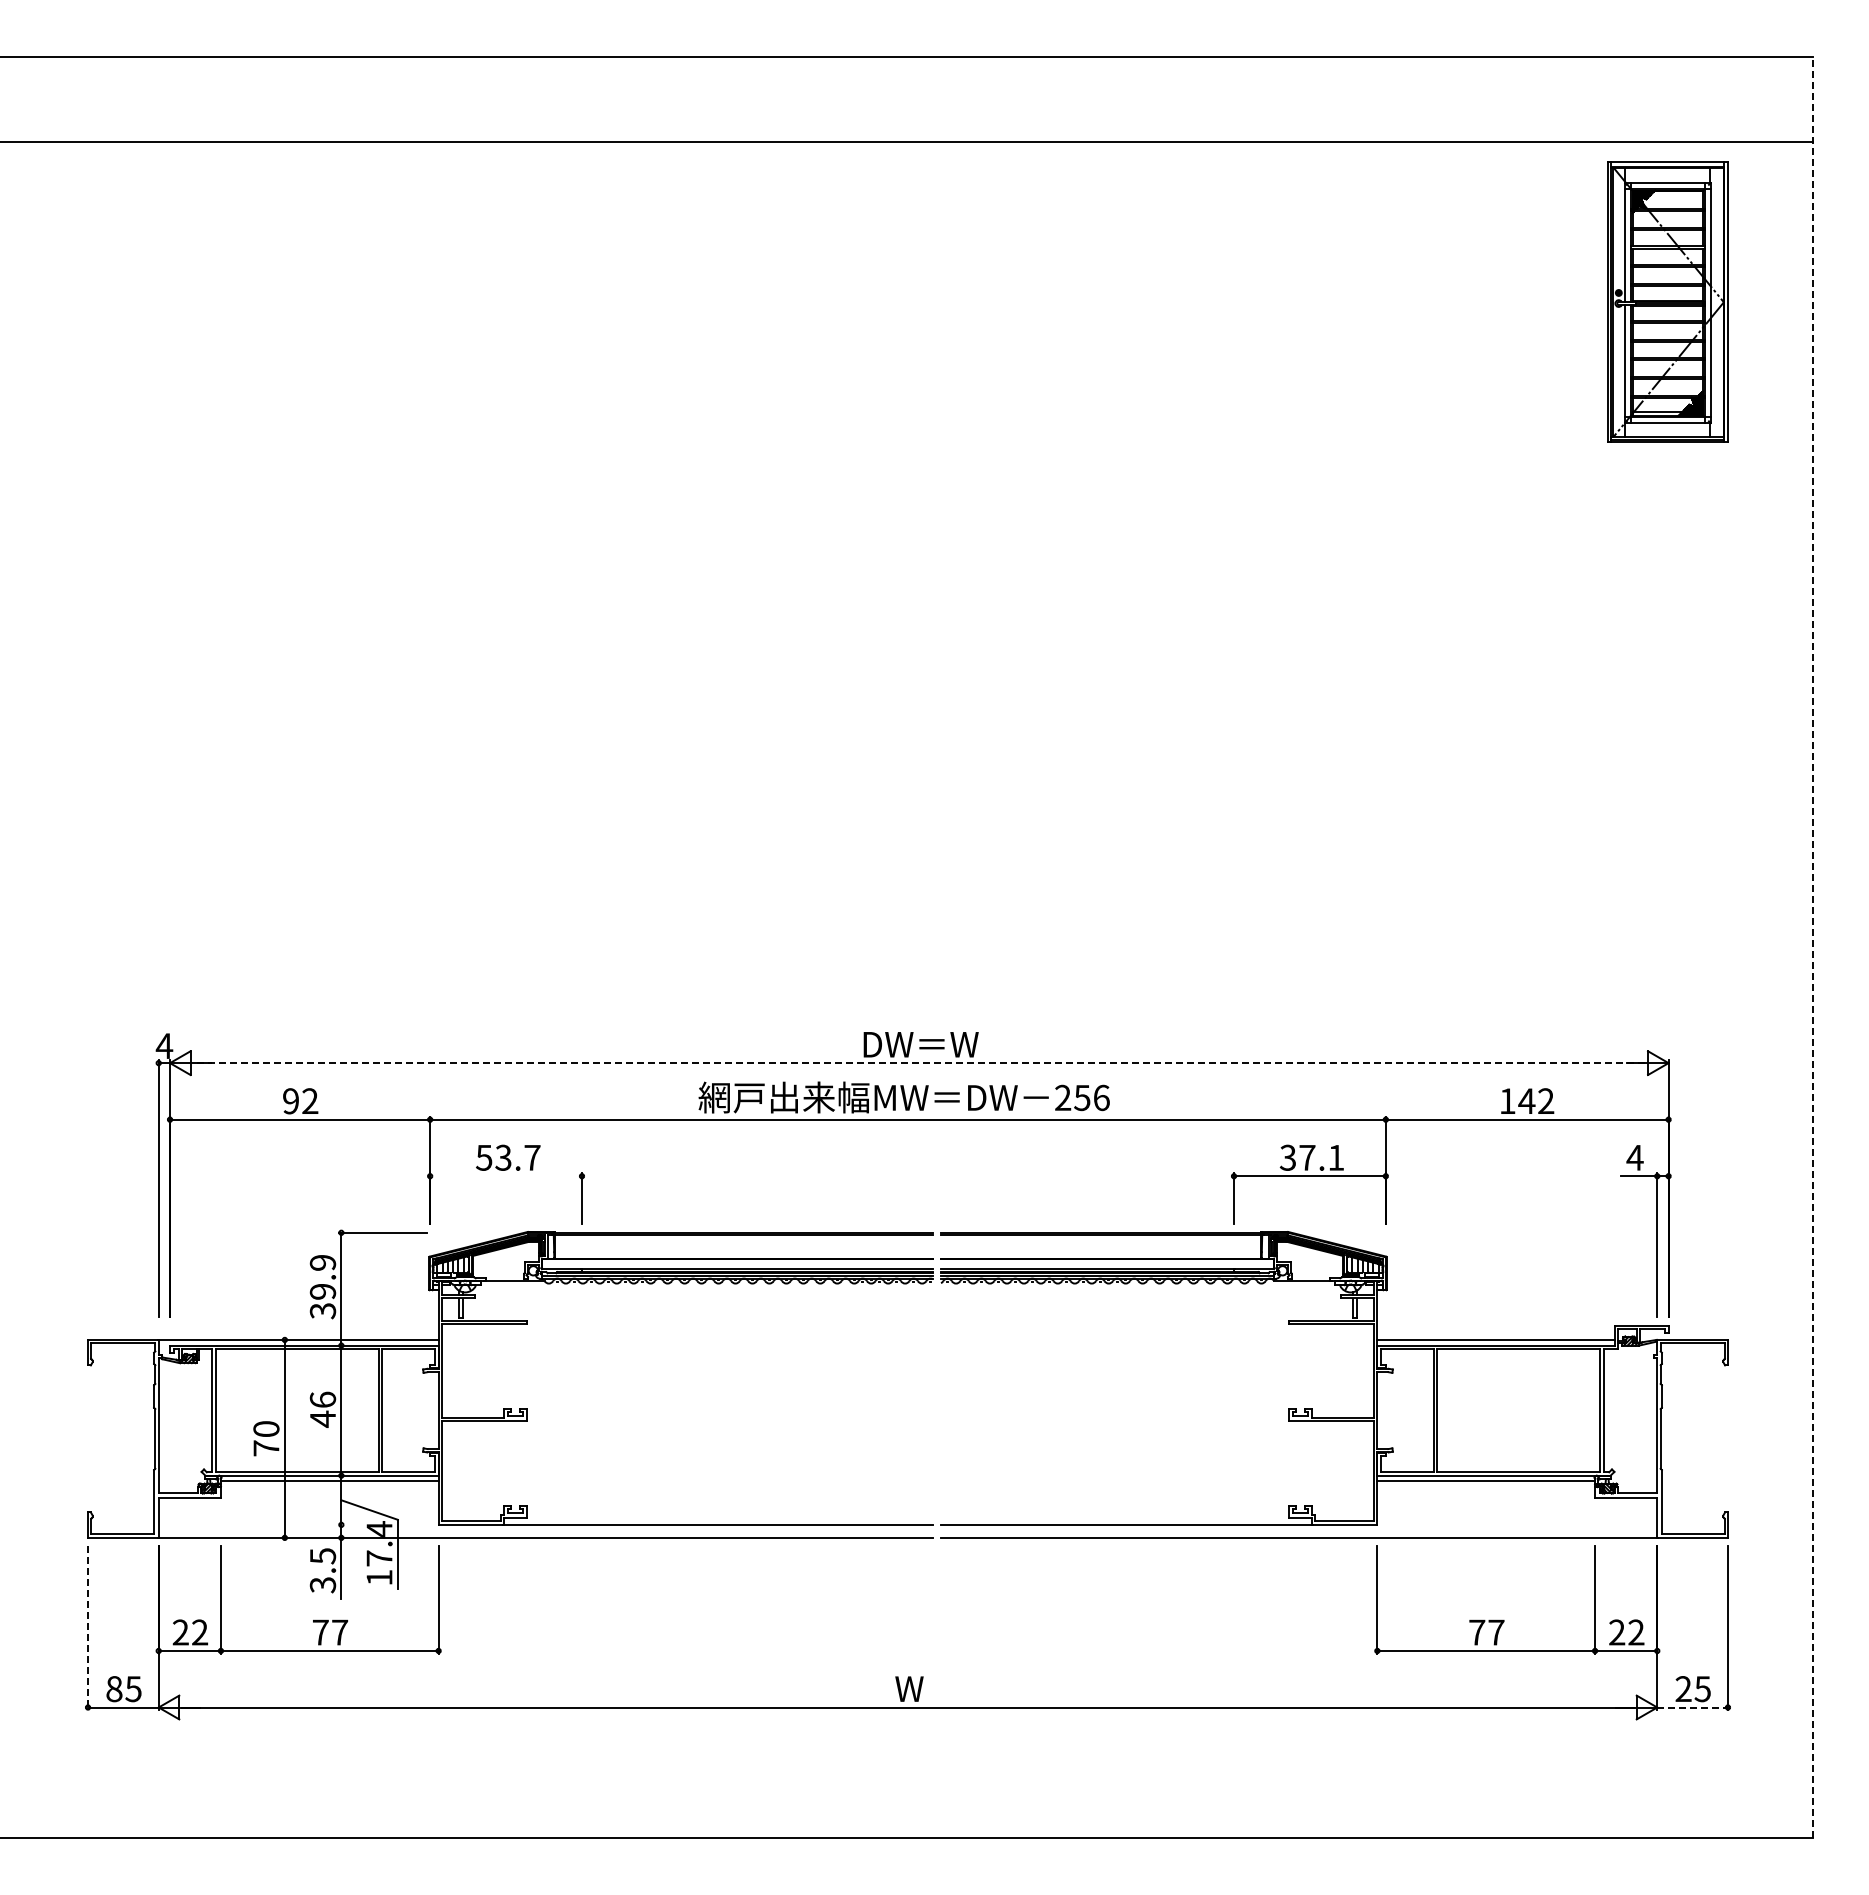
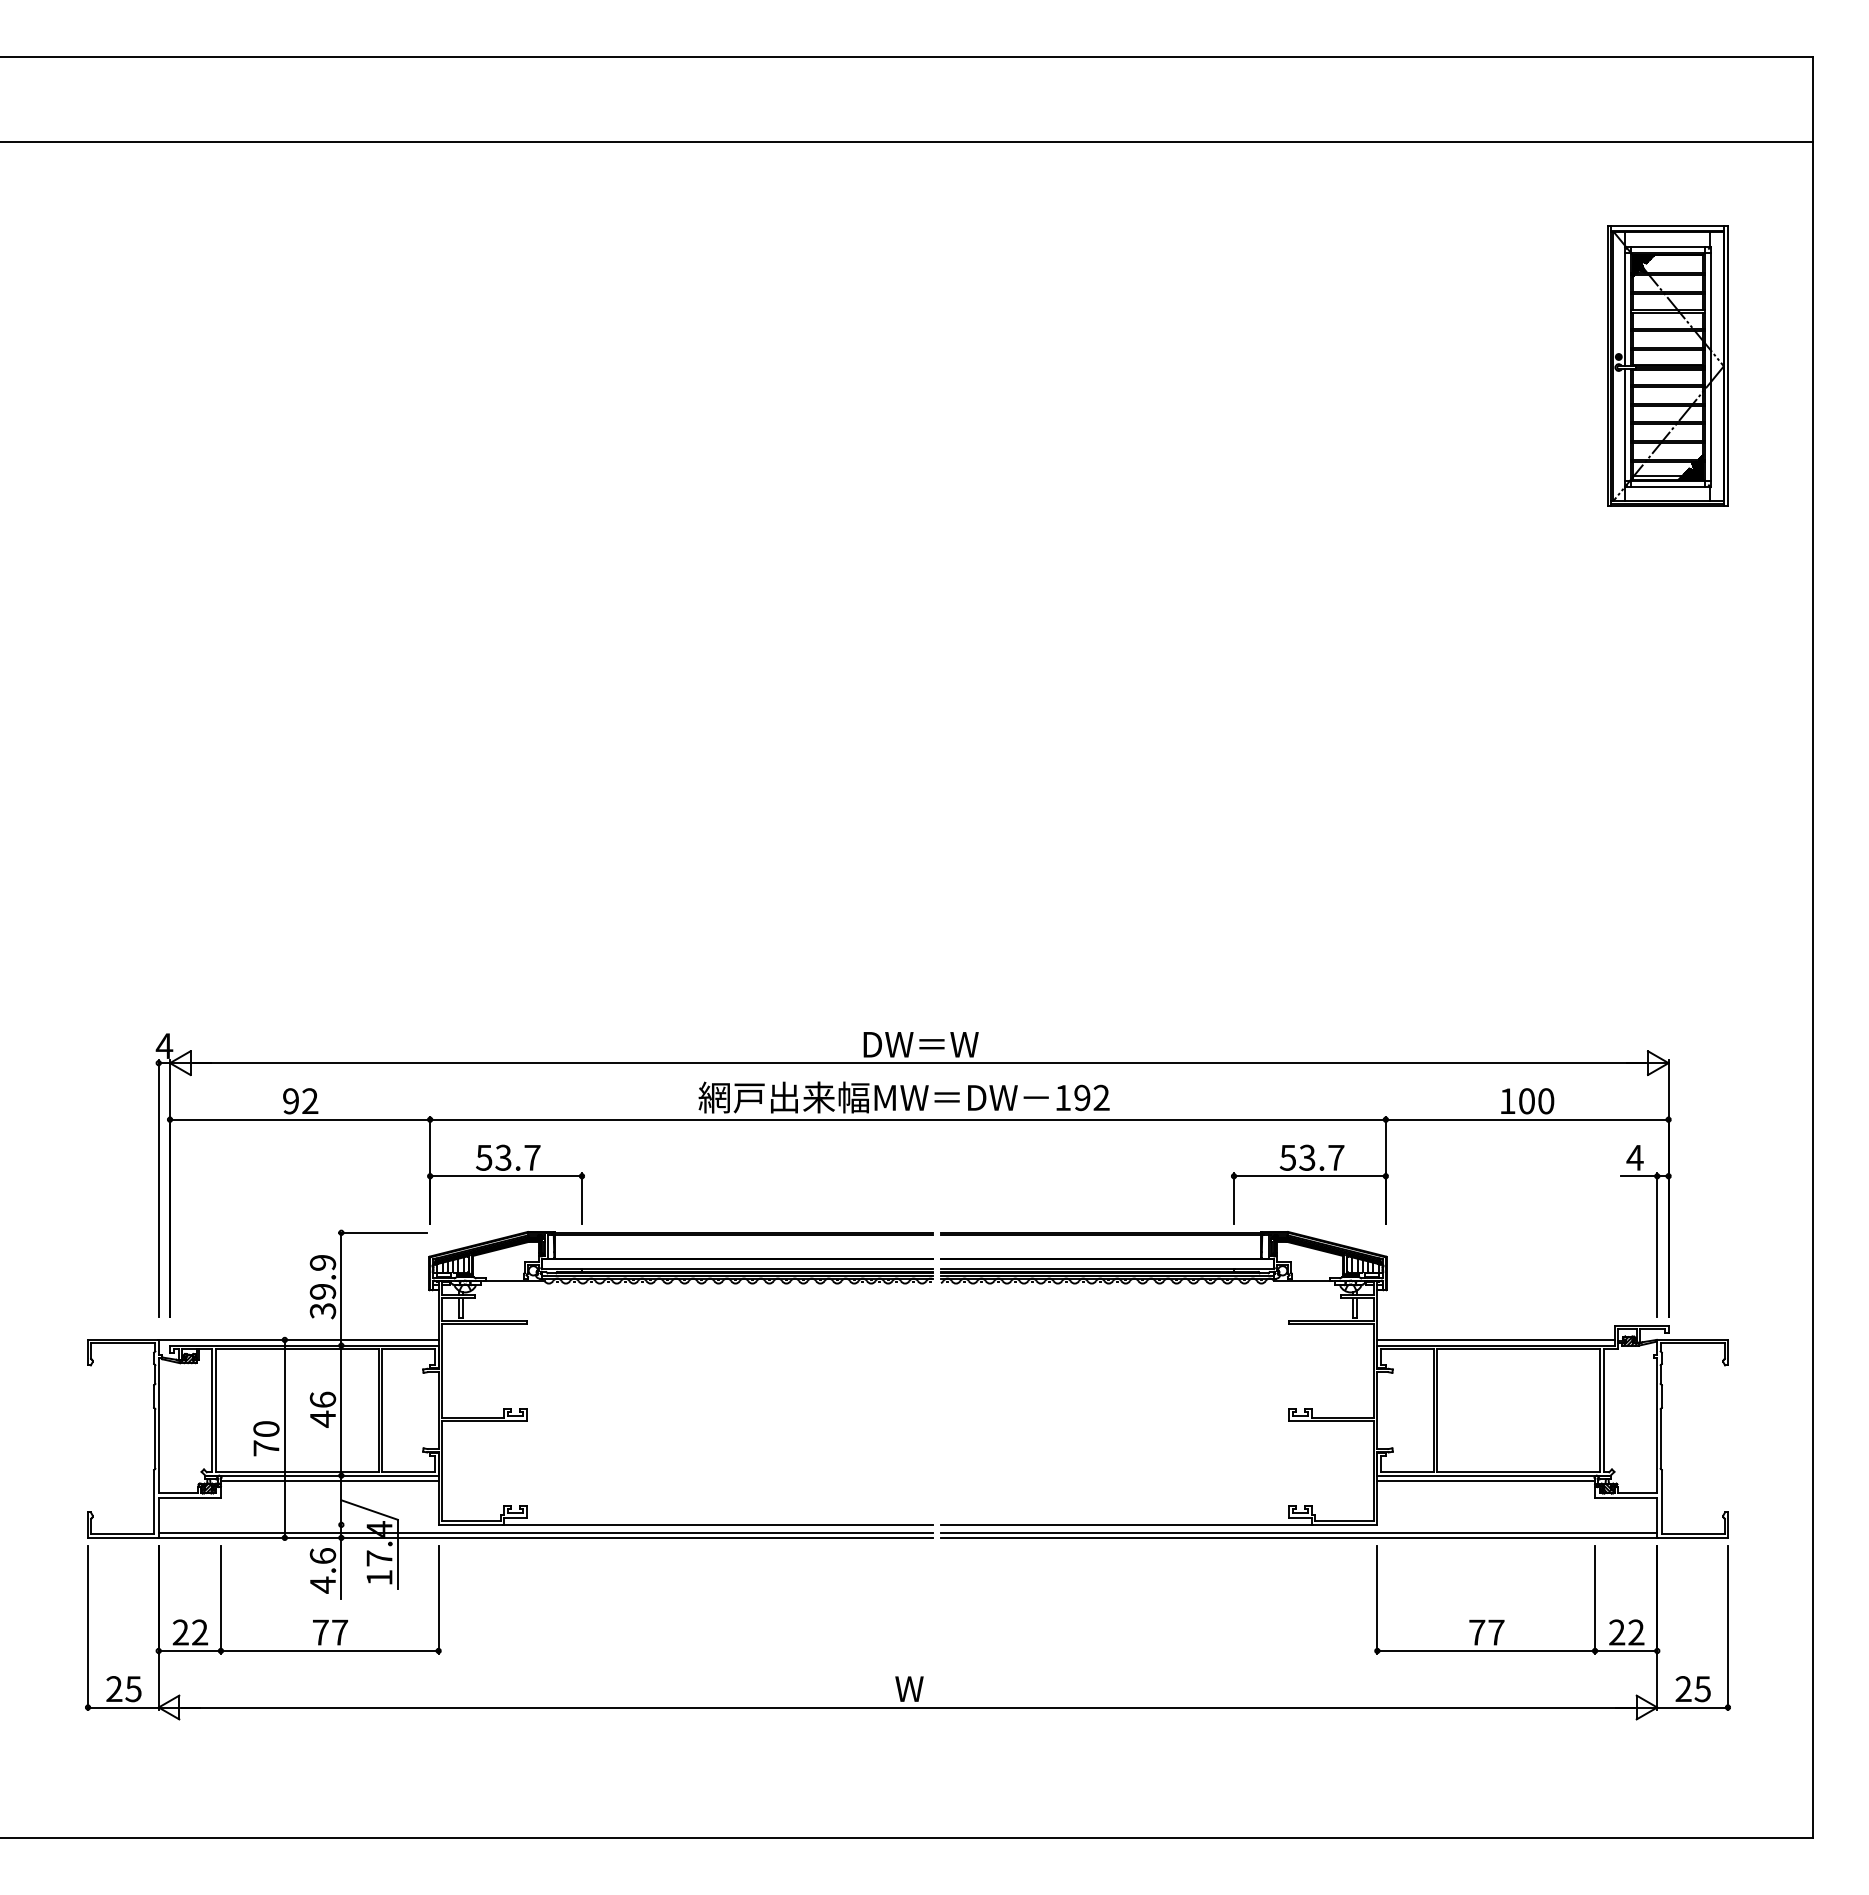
part at (1667, 301) position: (1667, 301) -> (1667, 365)
line at (1812, 947): dashed -> solid
line at (919, 1063): dashed -> solid
text at (1082, 1097): 256 -> 192
text at (1536, 1101): 142 -> 100
text at (1312, 1157): 37.1 -> 53.7
line at (506, 1176): none -> present
line at (545, 1533): none -> present
line at (1299, 1533): none -> present
text at (322, 1570): 3.5 -> 4.6
line at (88, 1628): dashed -> solid
text at (114, 1689): 85 -> 25
line at (1693, 1707): dashed -> solid
